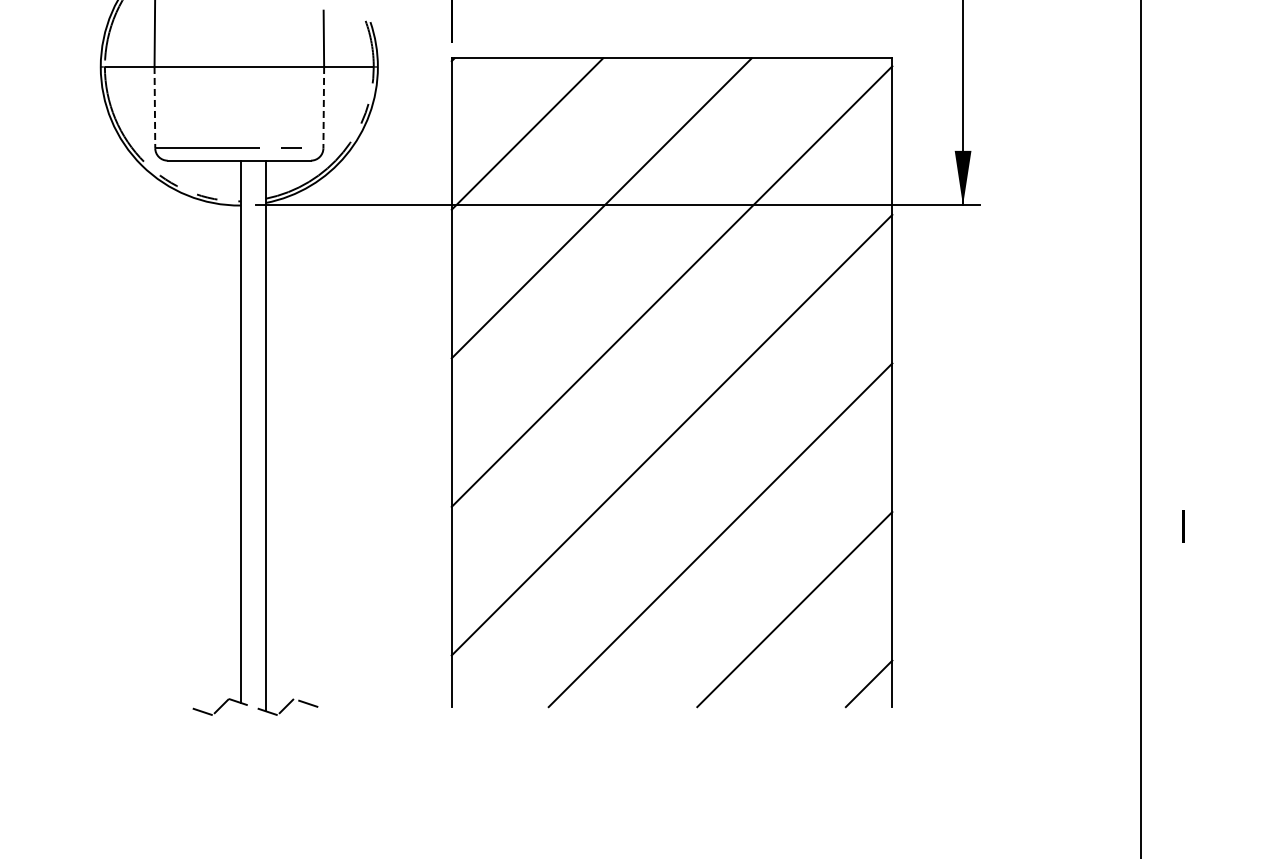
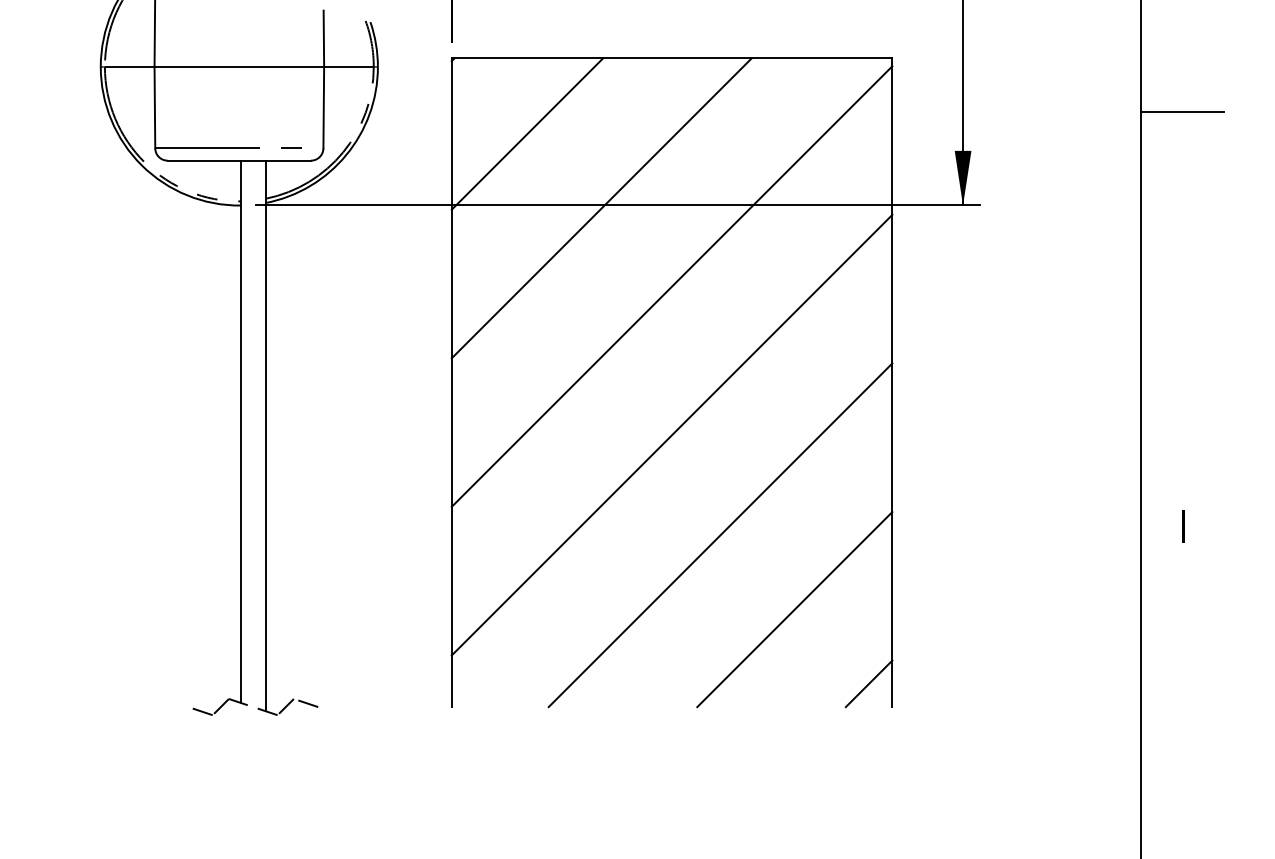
line at (154, 107): dashed -> solid
line at (323, 107): dashed -> solid
line at (1182, 111): none -> present
